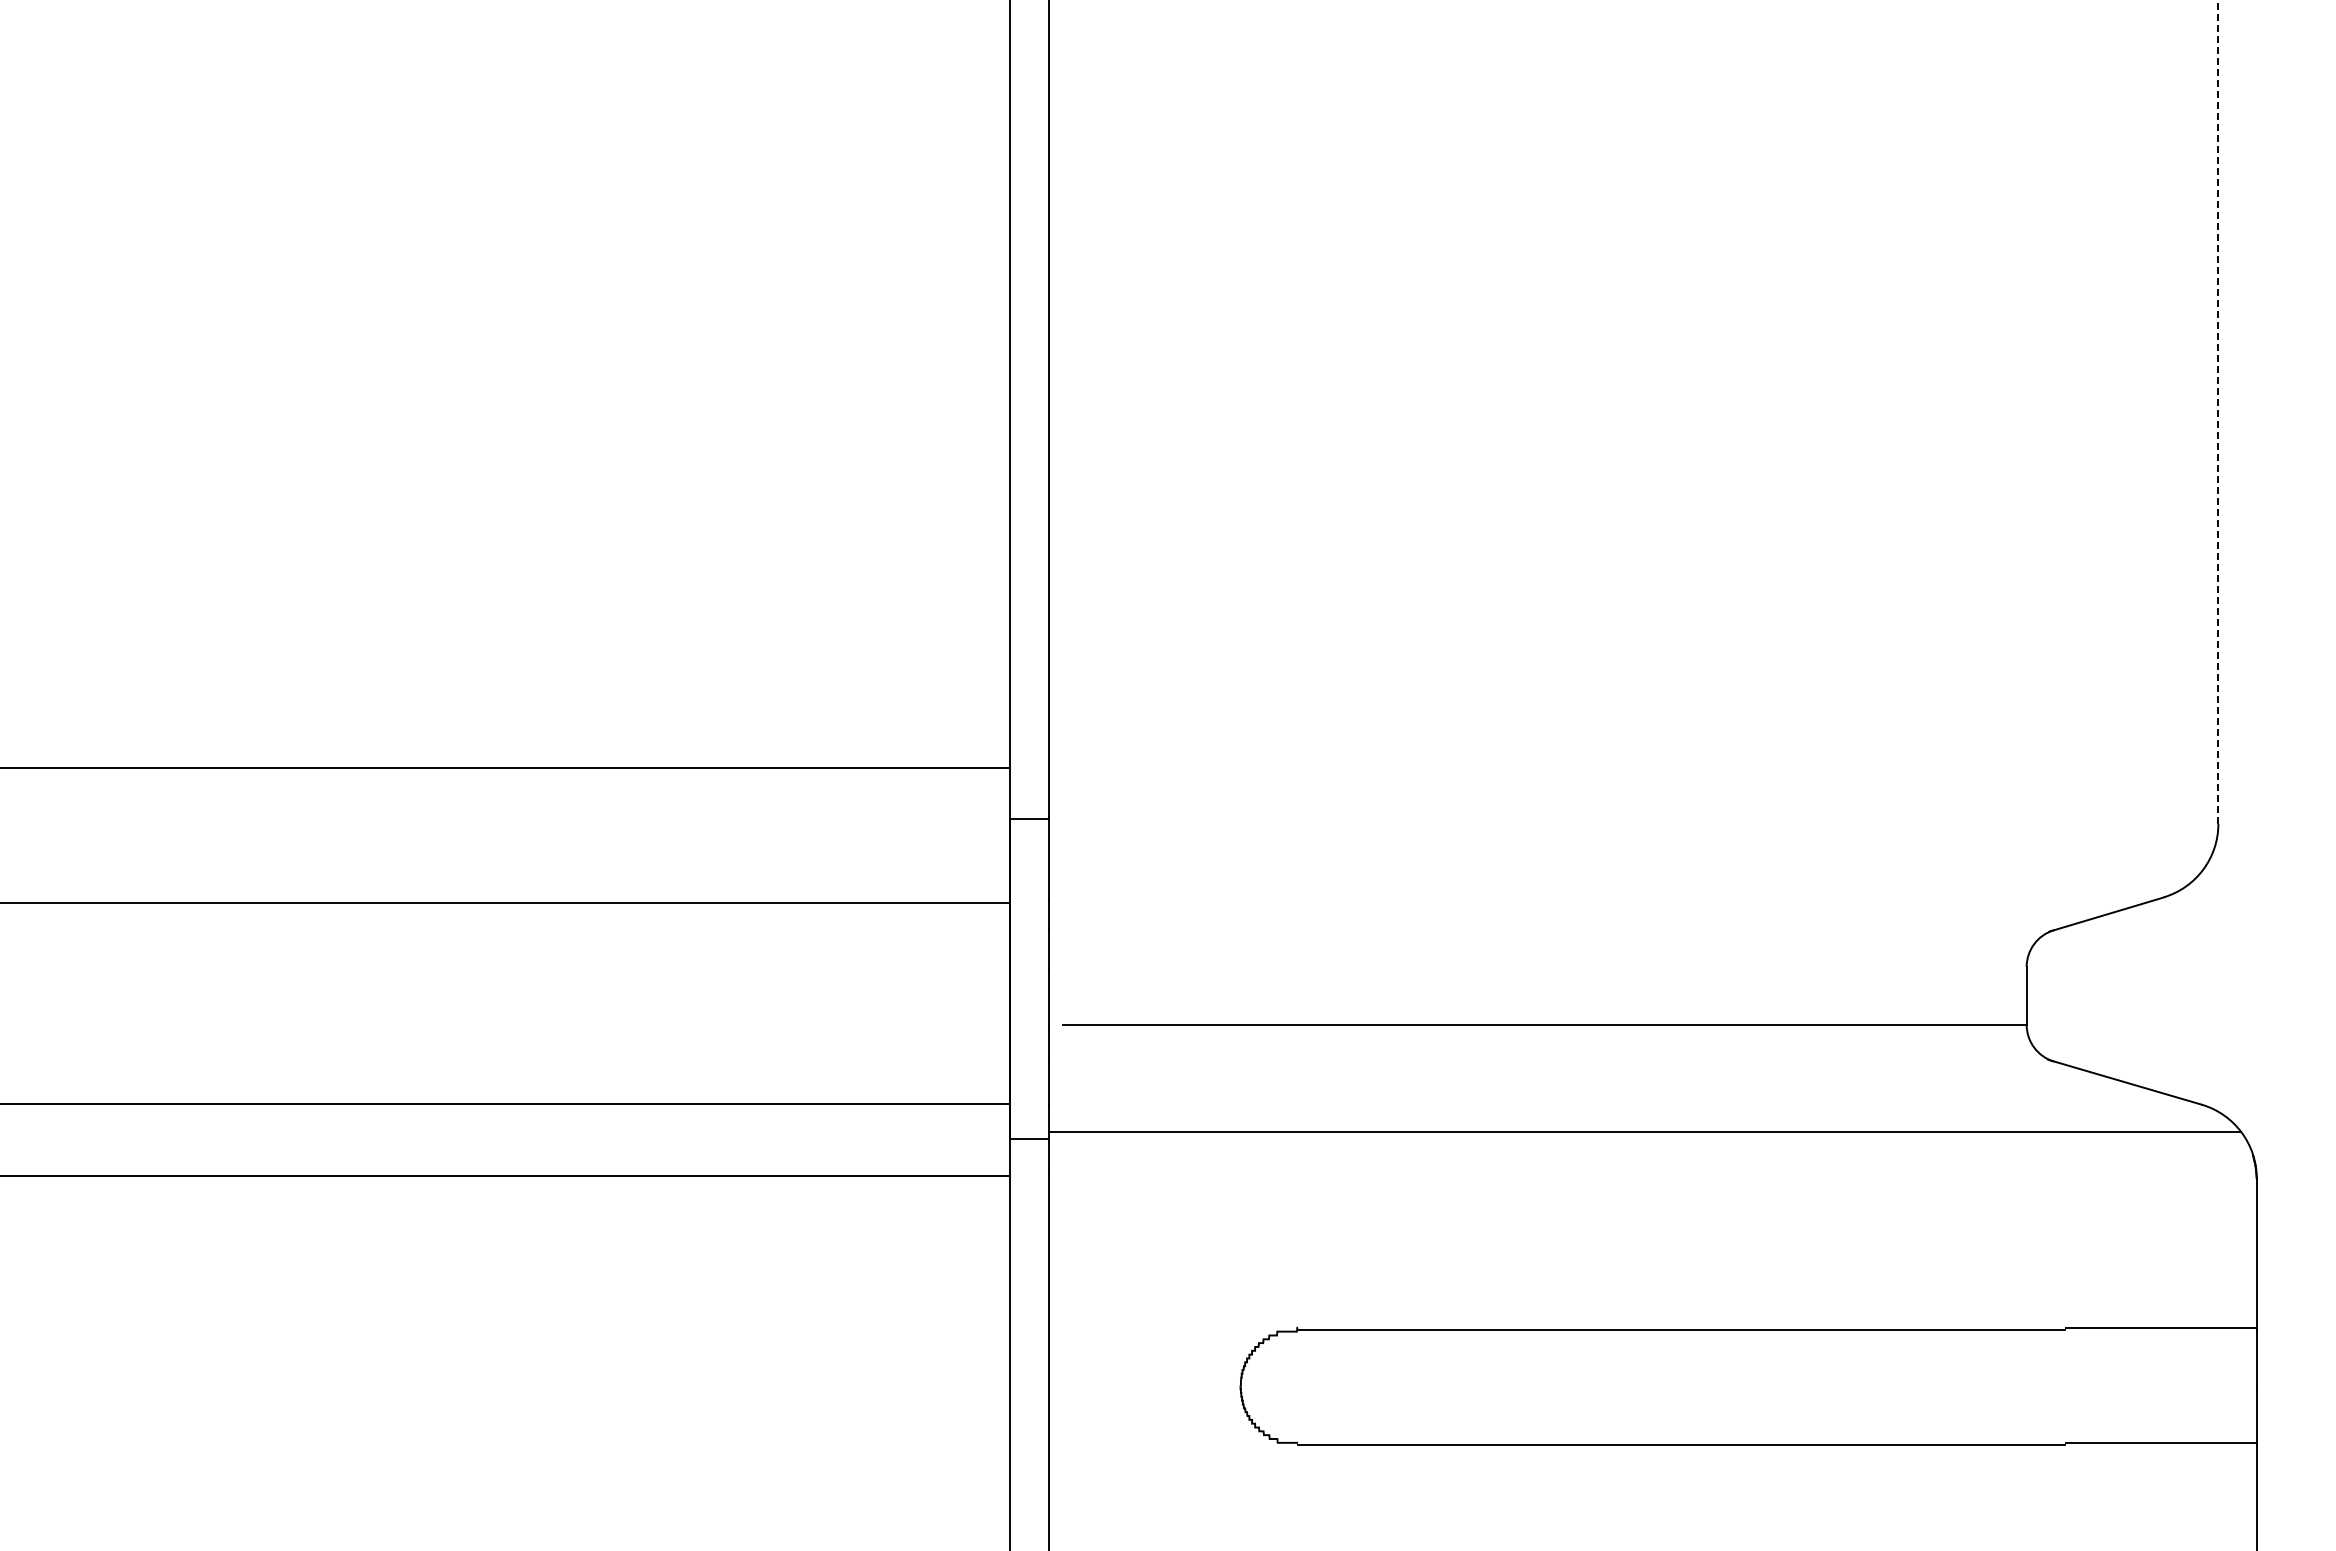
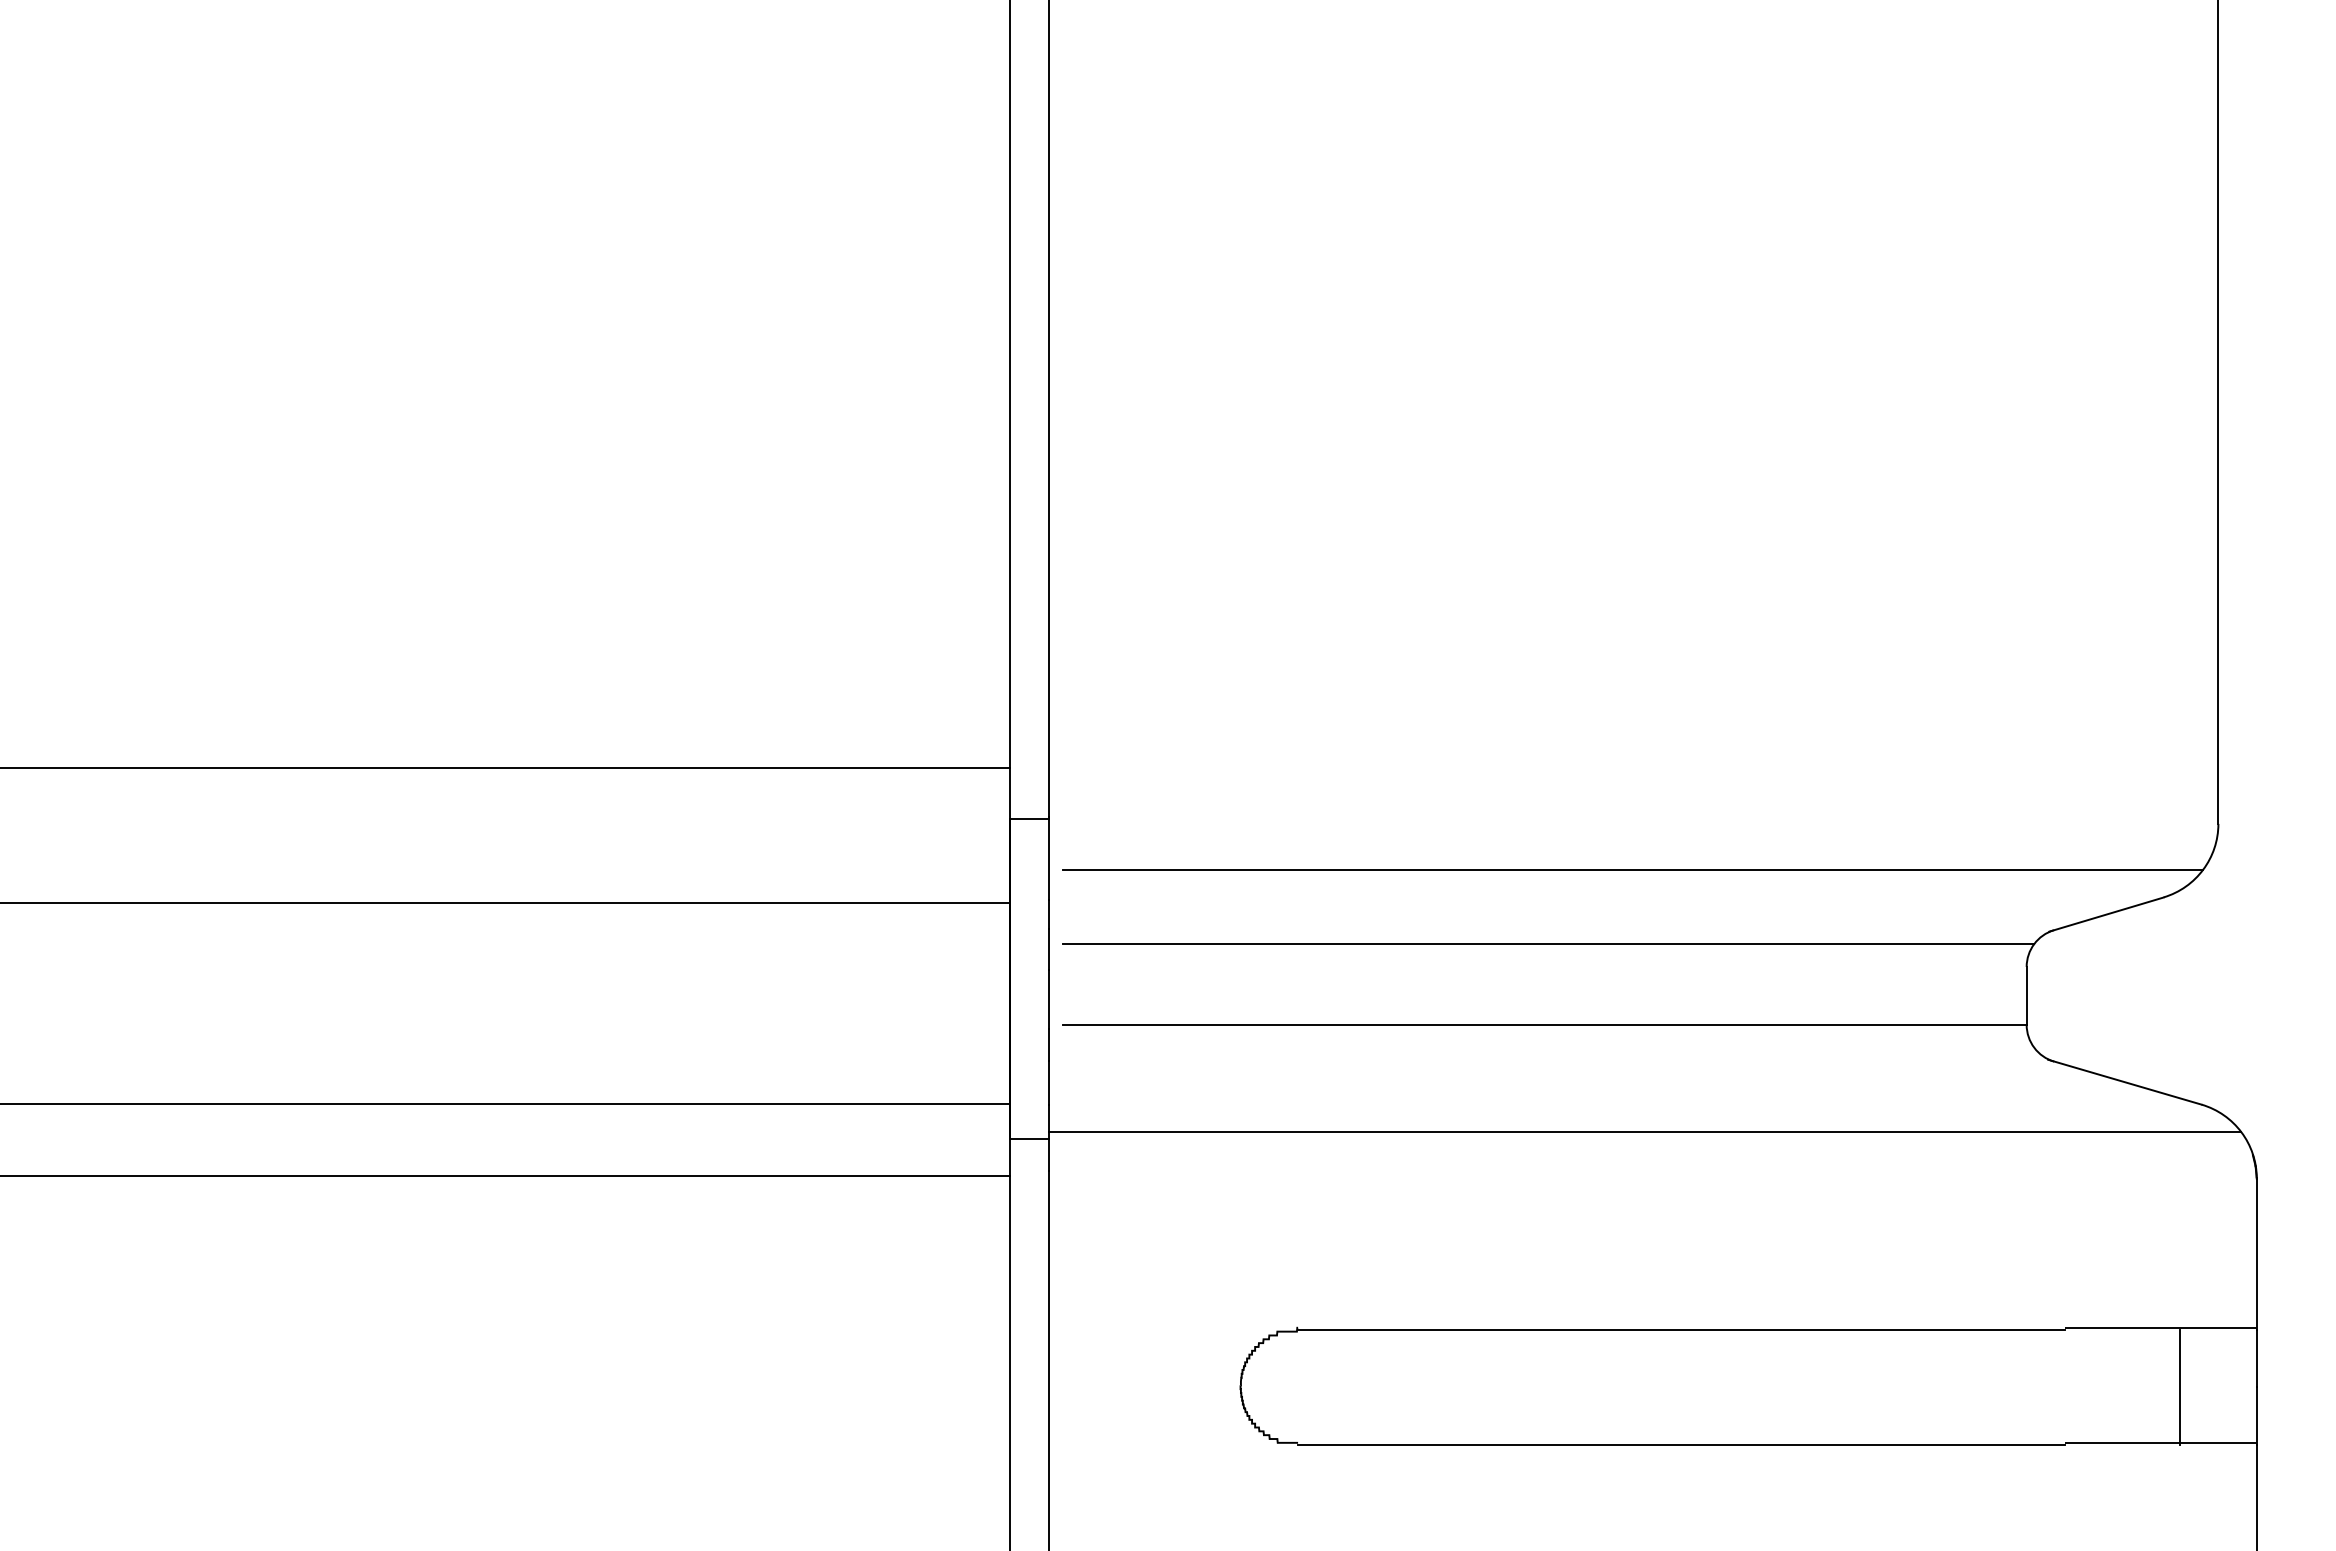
line at (2218, 412): dashed -> solid
line at (1633, 869): none -> present
line at (1548, 944): none -> present
line at (2180, 1386): none -> present
